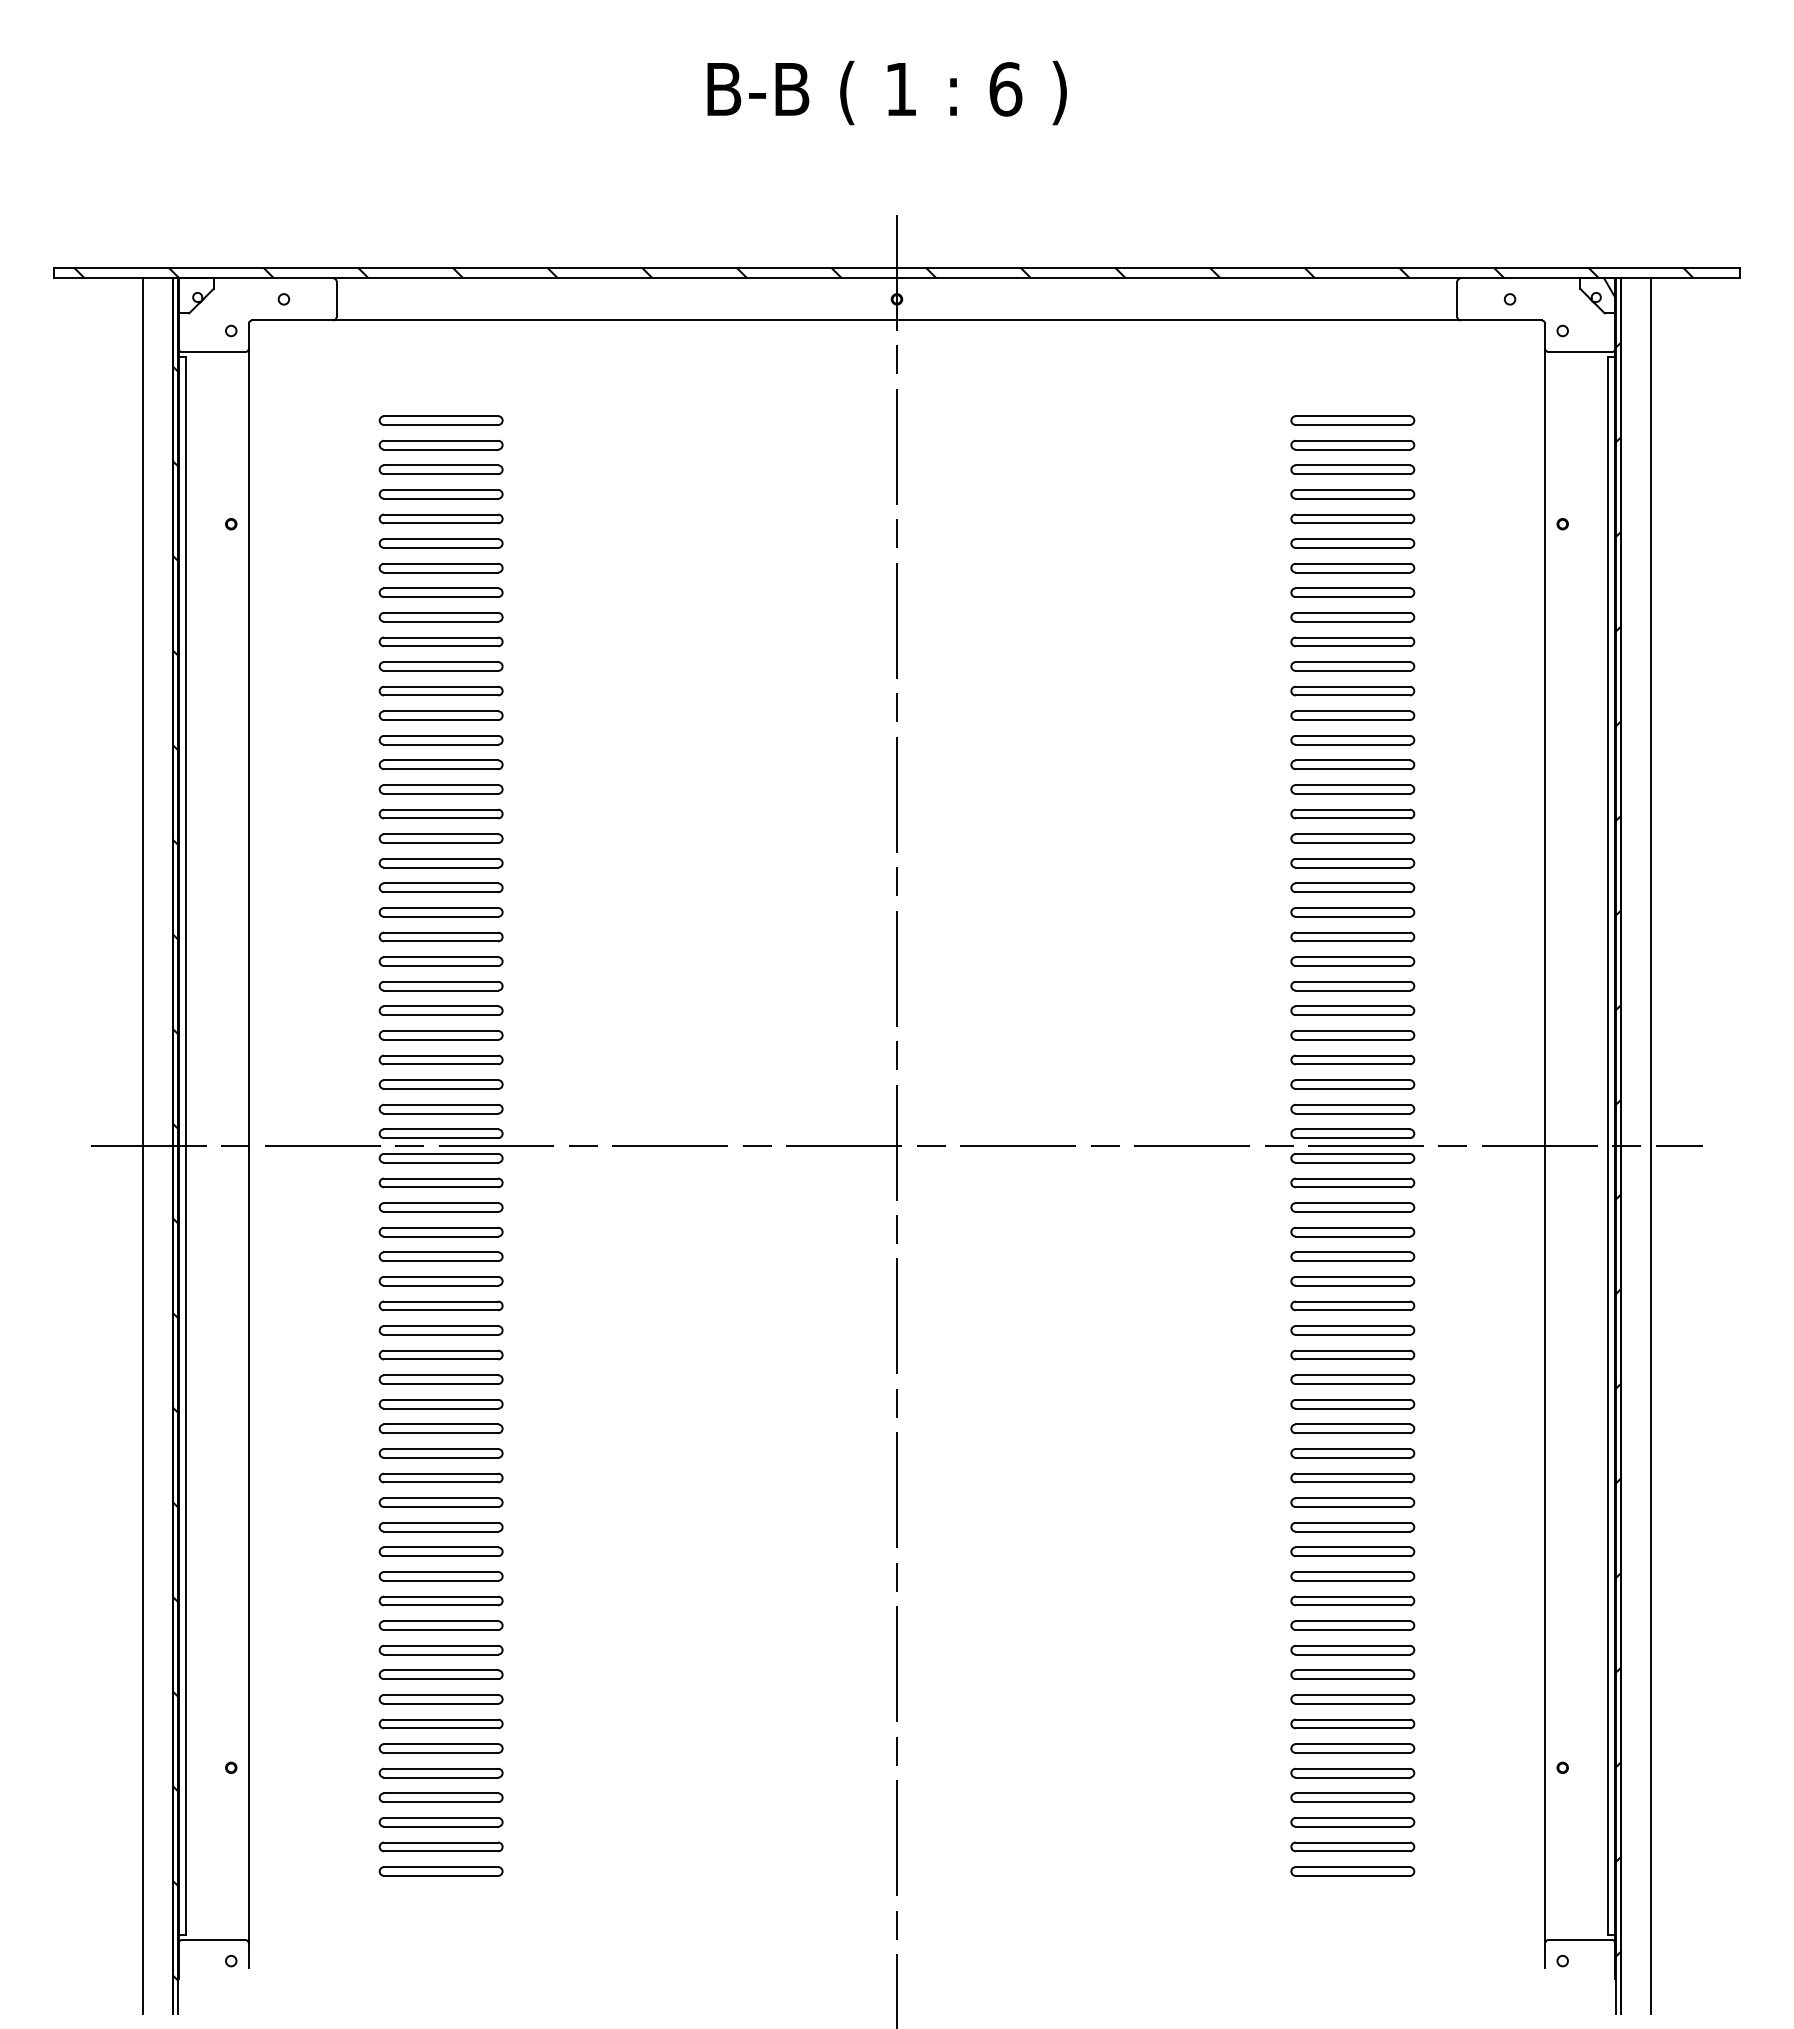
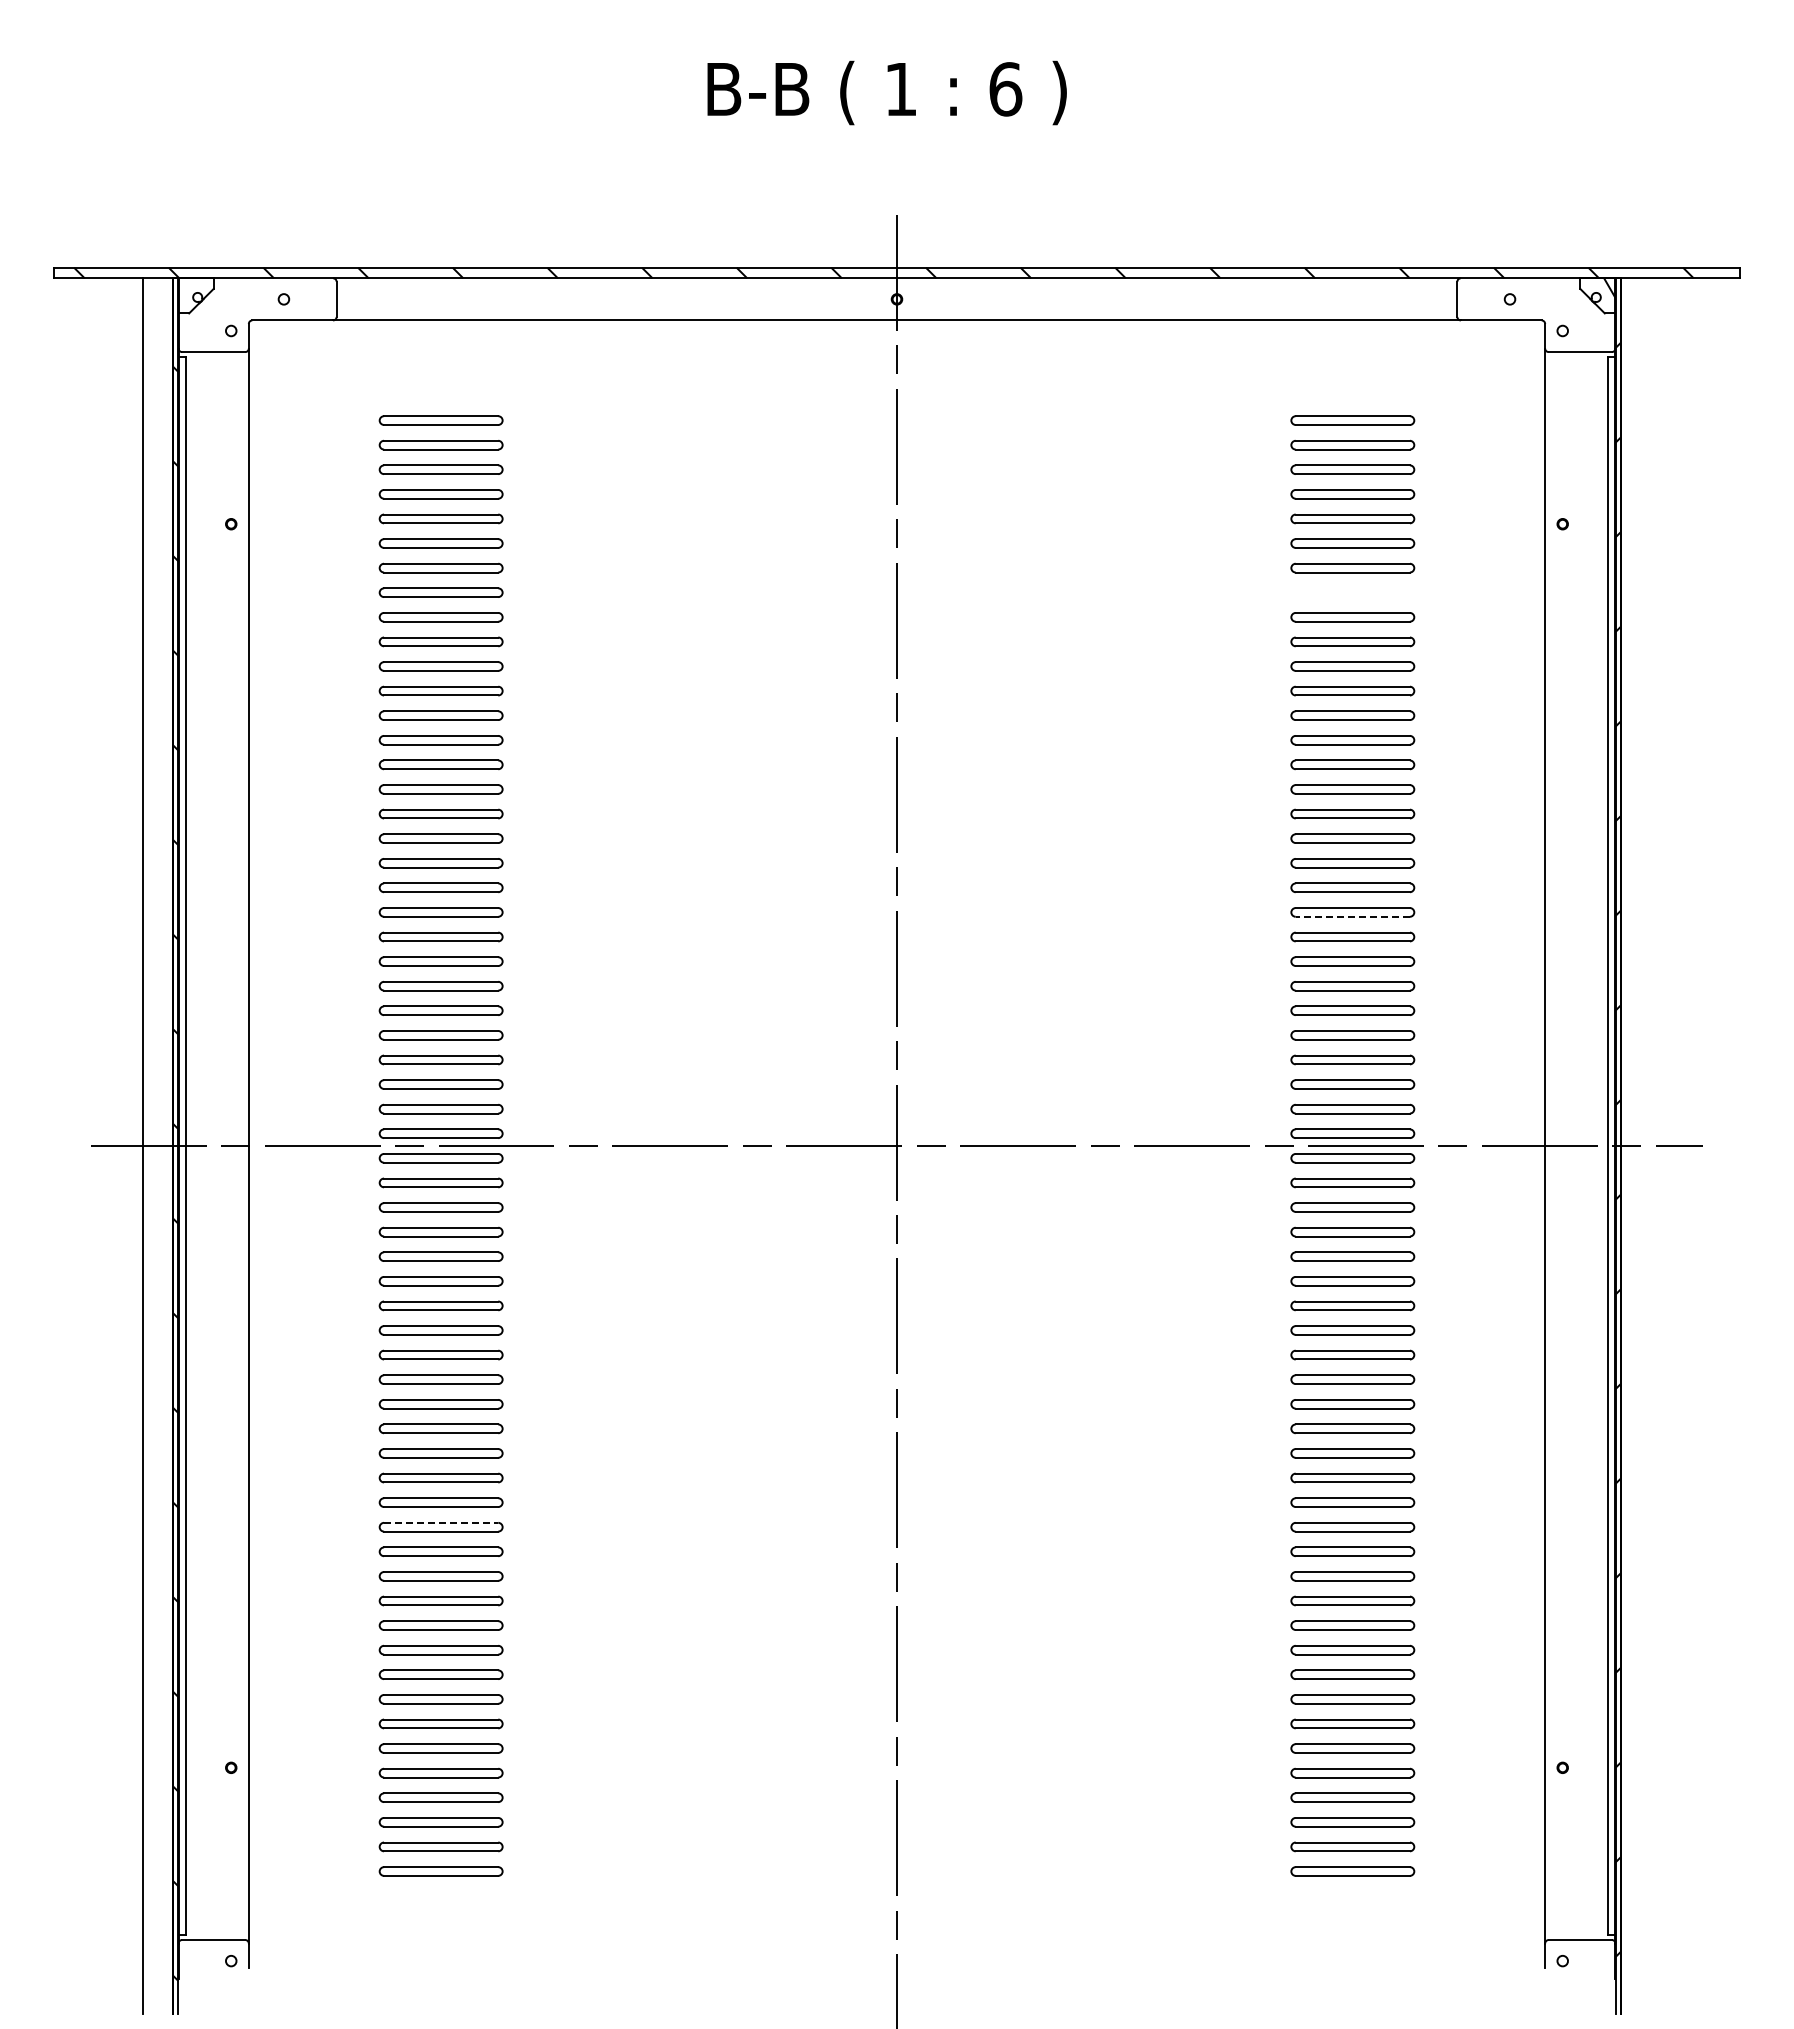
part at (1352, 592): present -> none
line at (1352, 916): solid -> dashed
line at (1650, 1145): present -> none
line at (441, 1522): solid -> dashed
